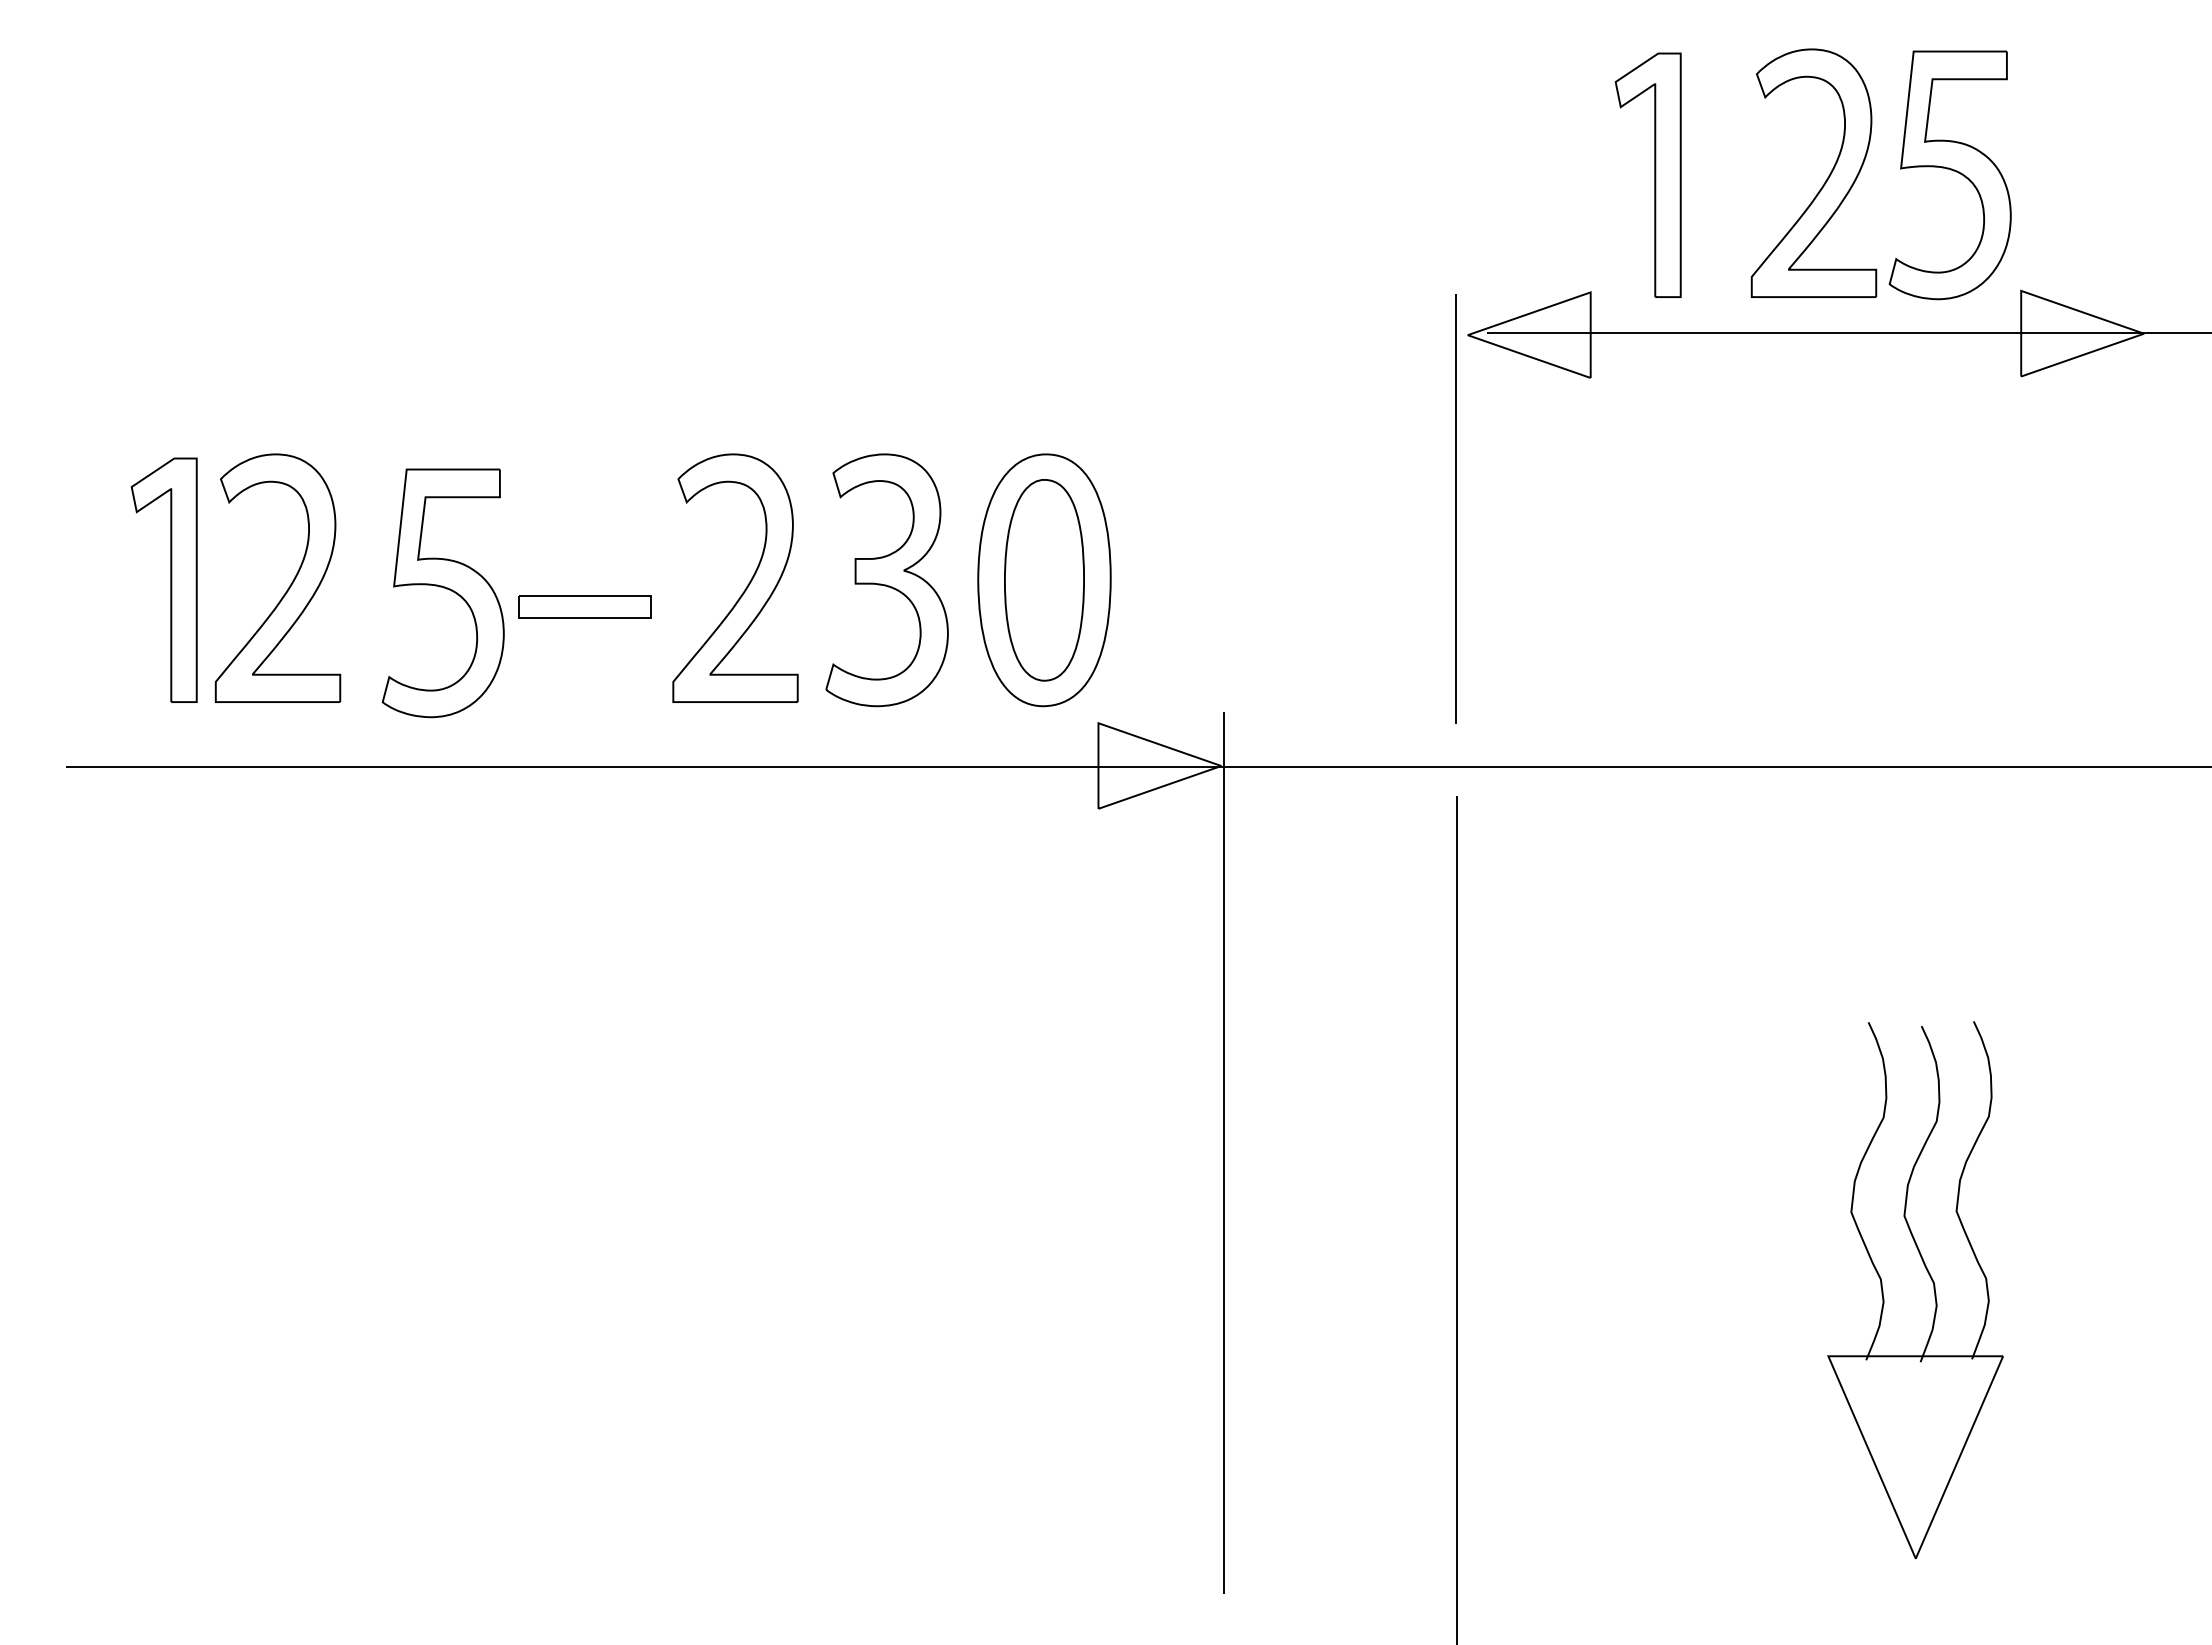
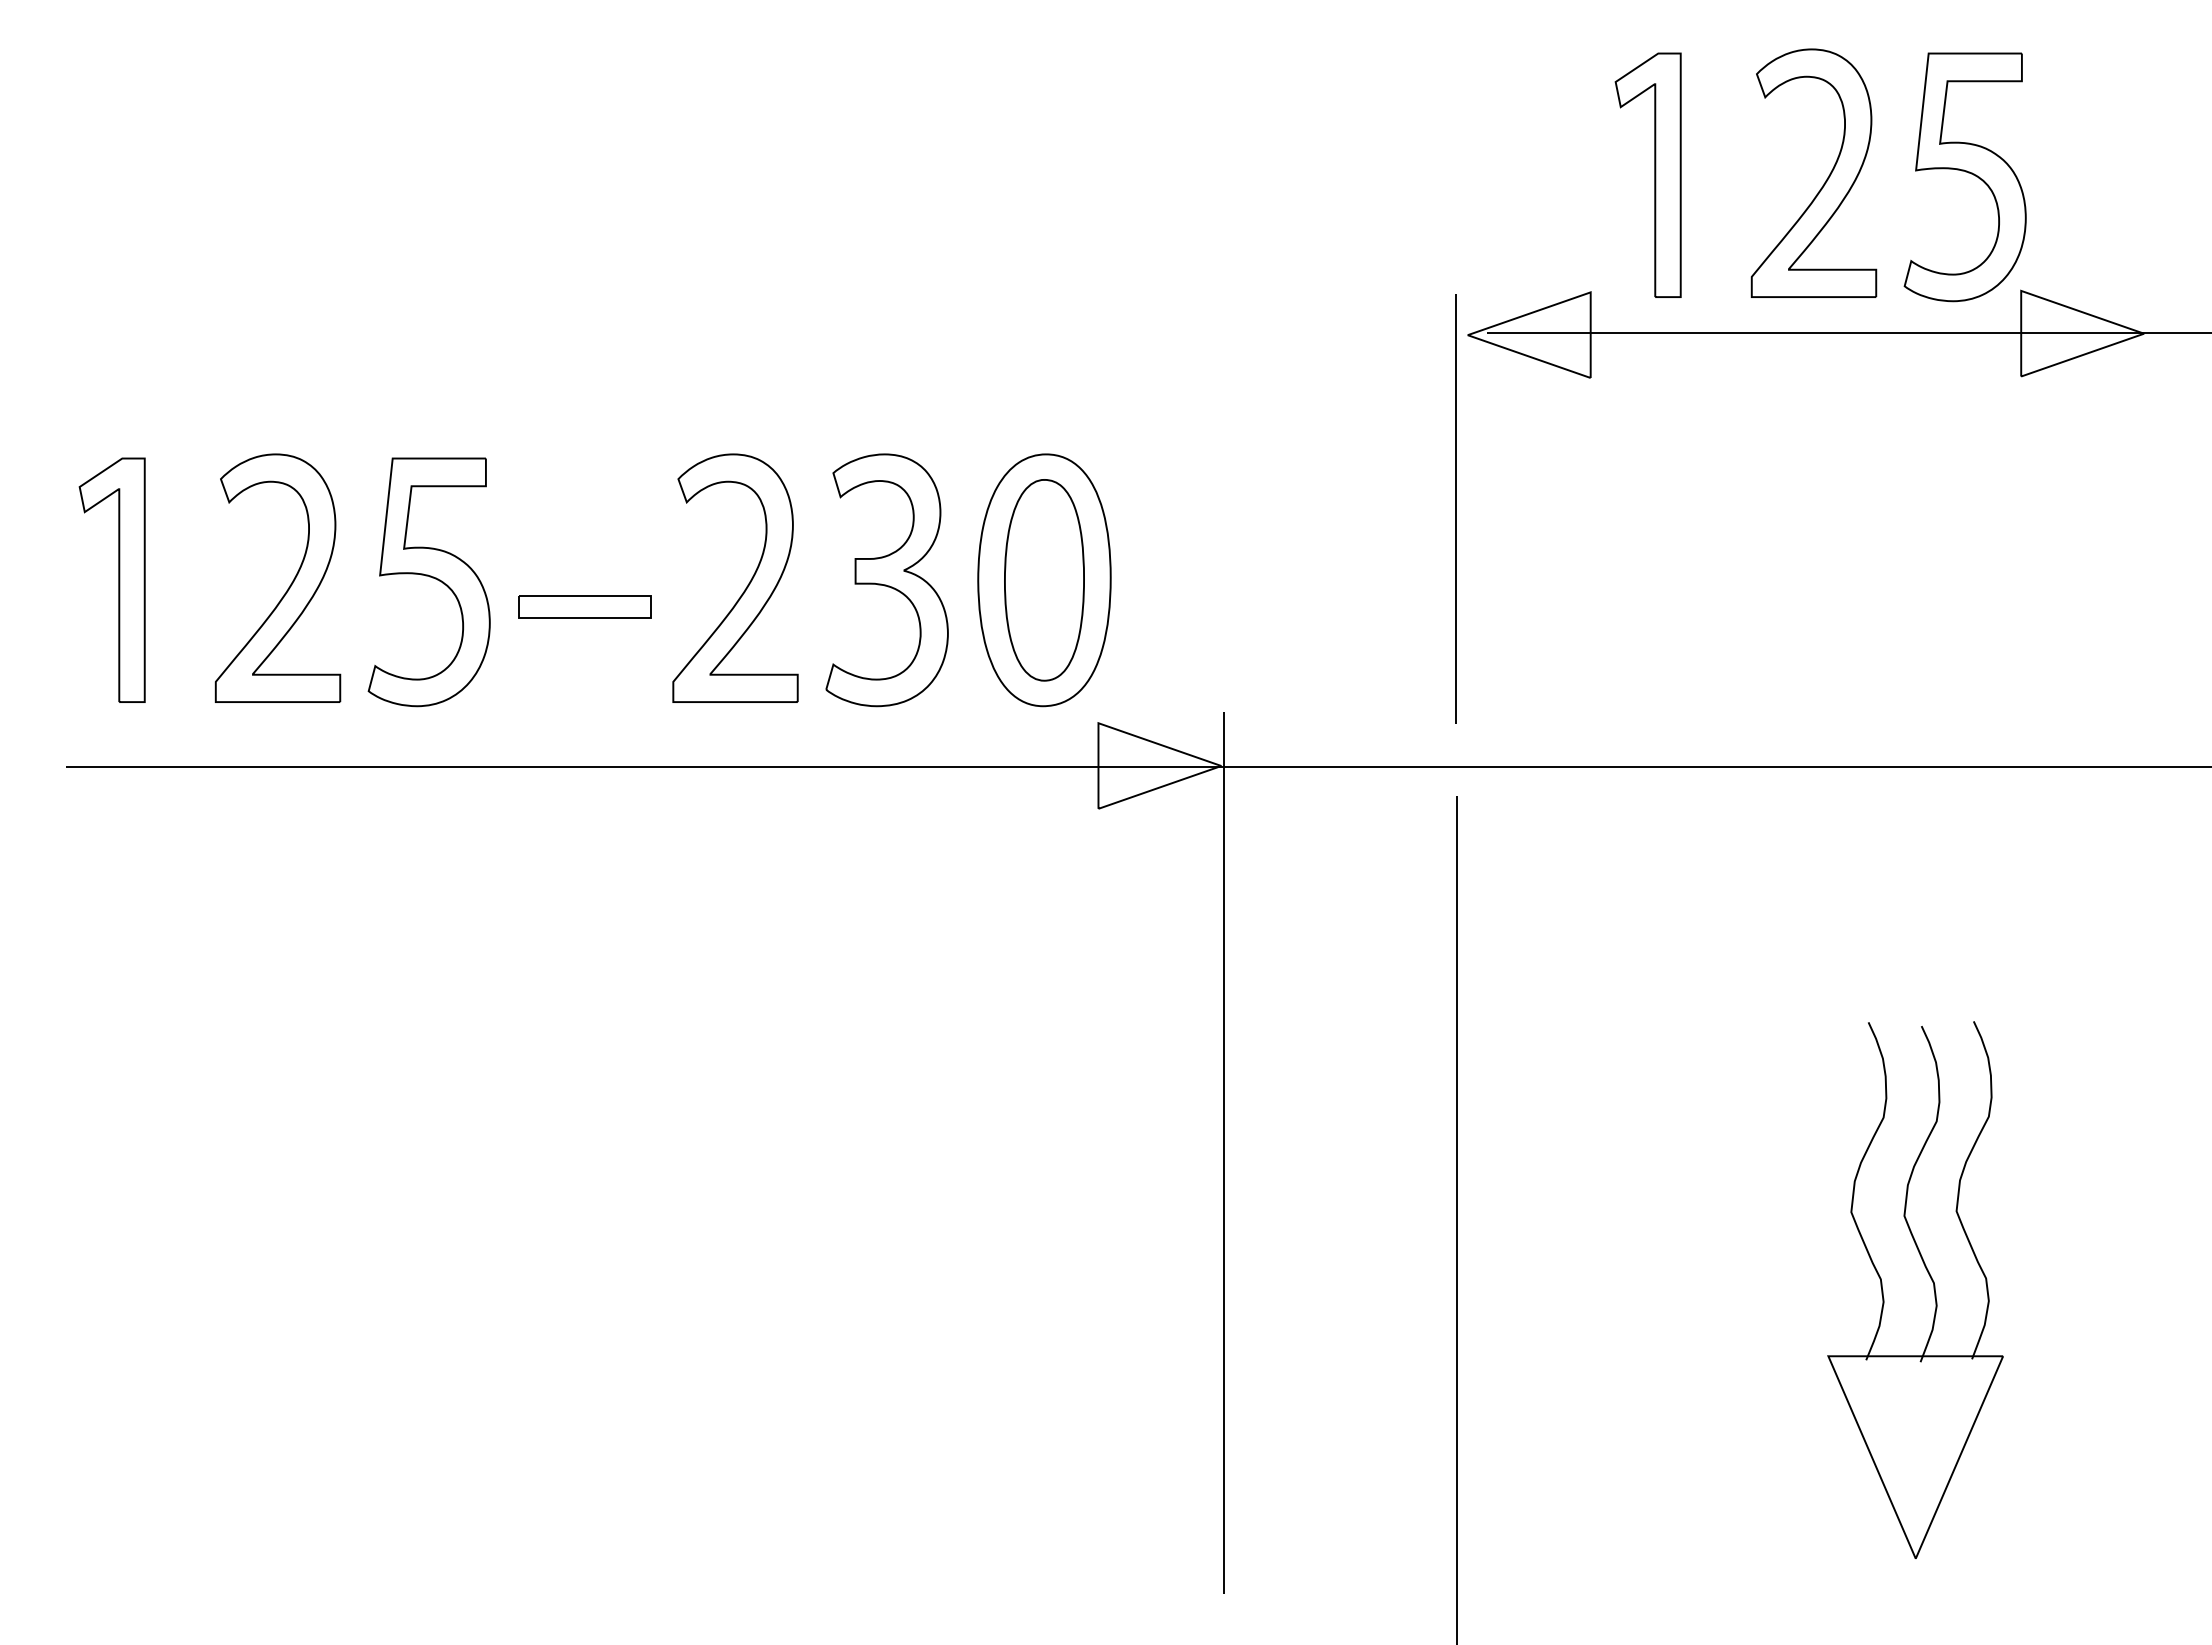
part at (1949, 175) position: (1949, 175) -> (1964, 177)
part at (170, 579) position: (170, 579) -> (118, 579)
part at (442, 593) position: (442, 593) -> (428, 582)
